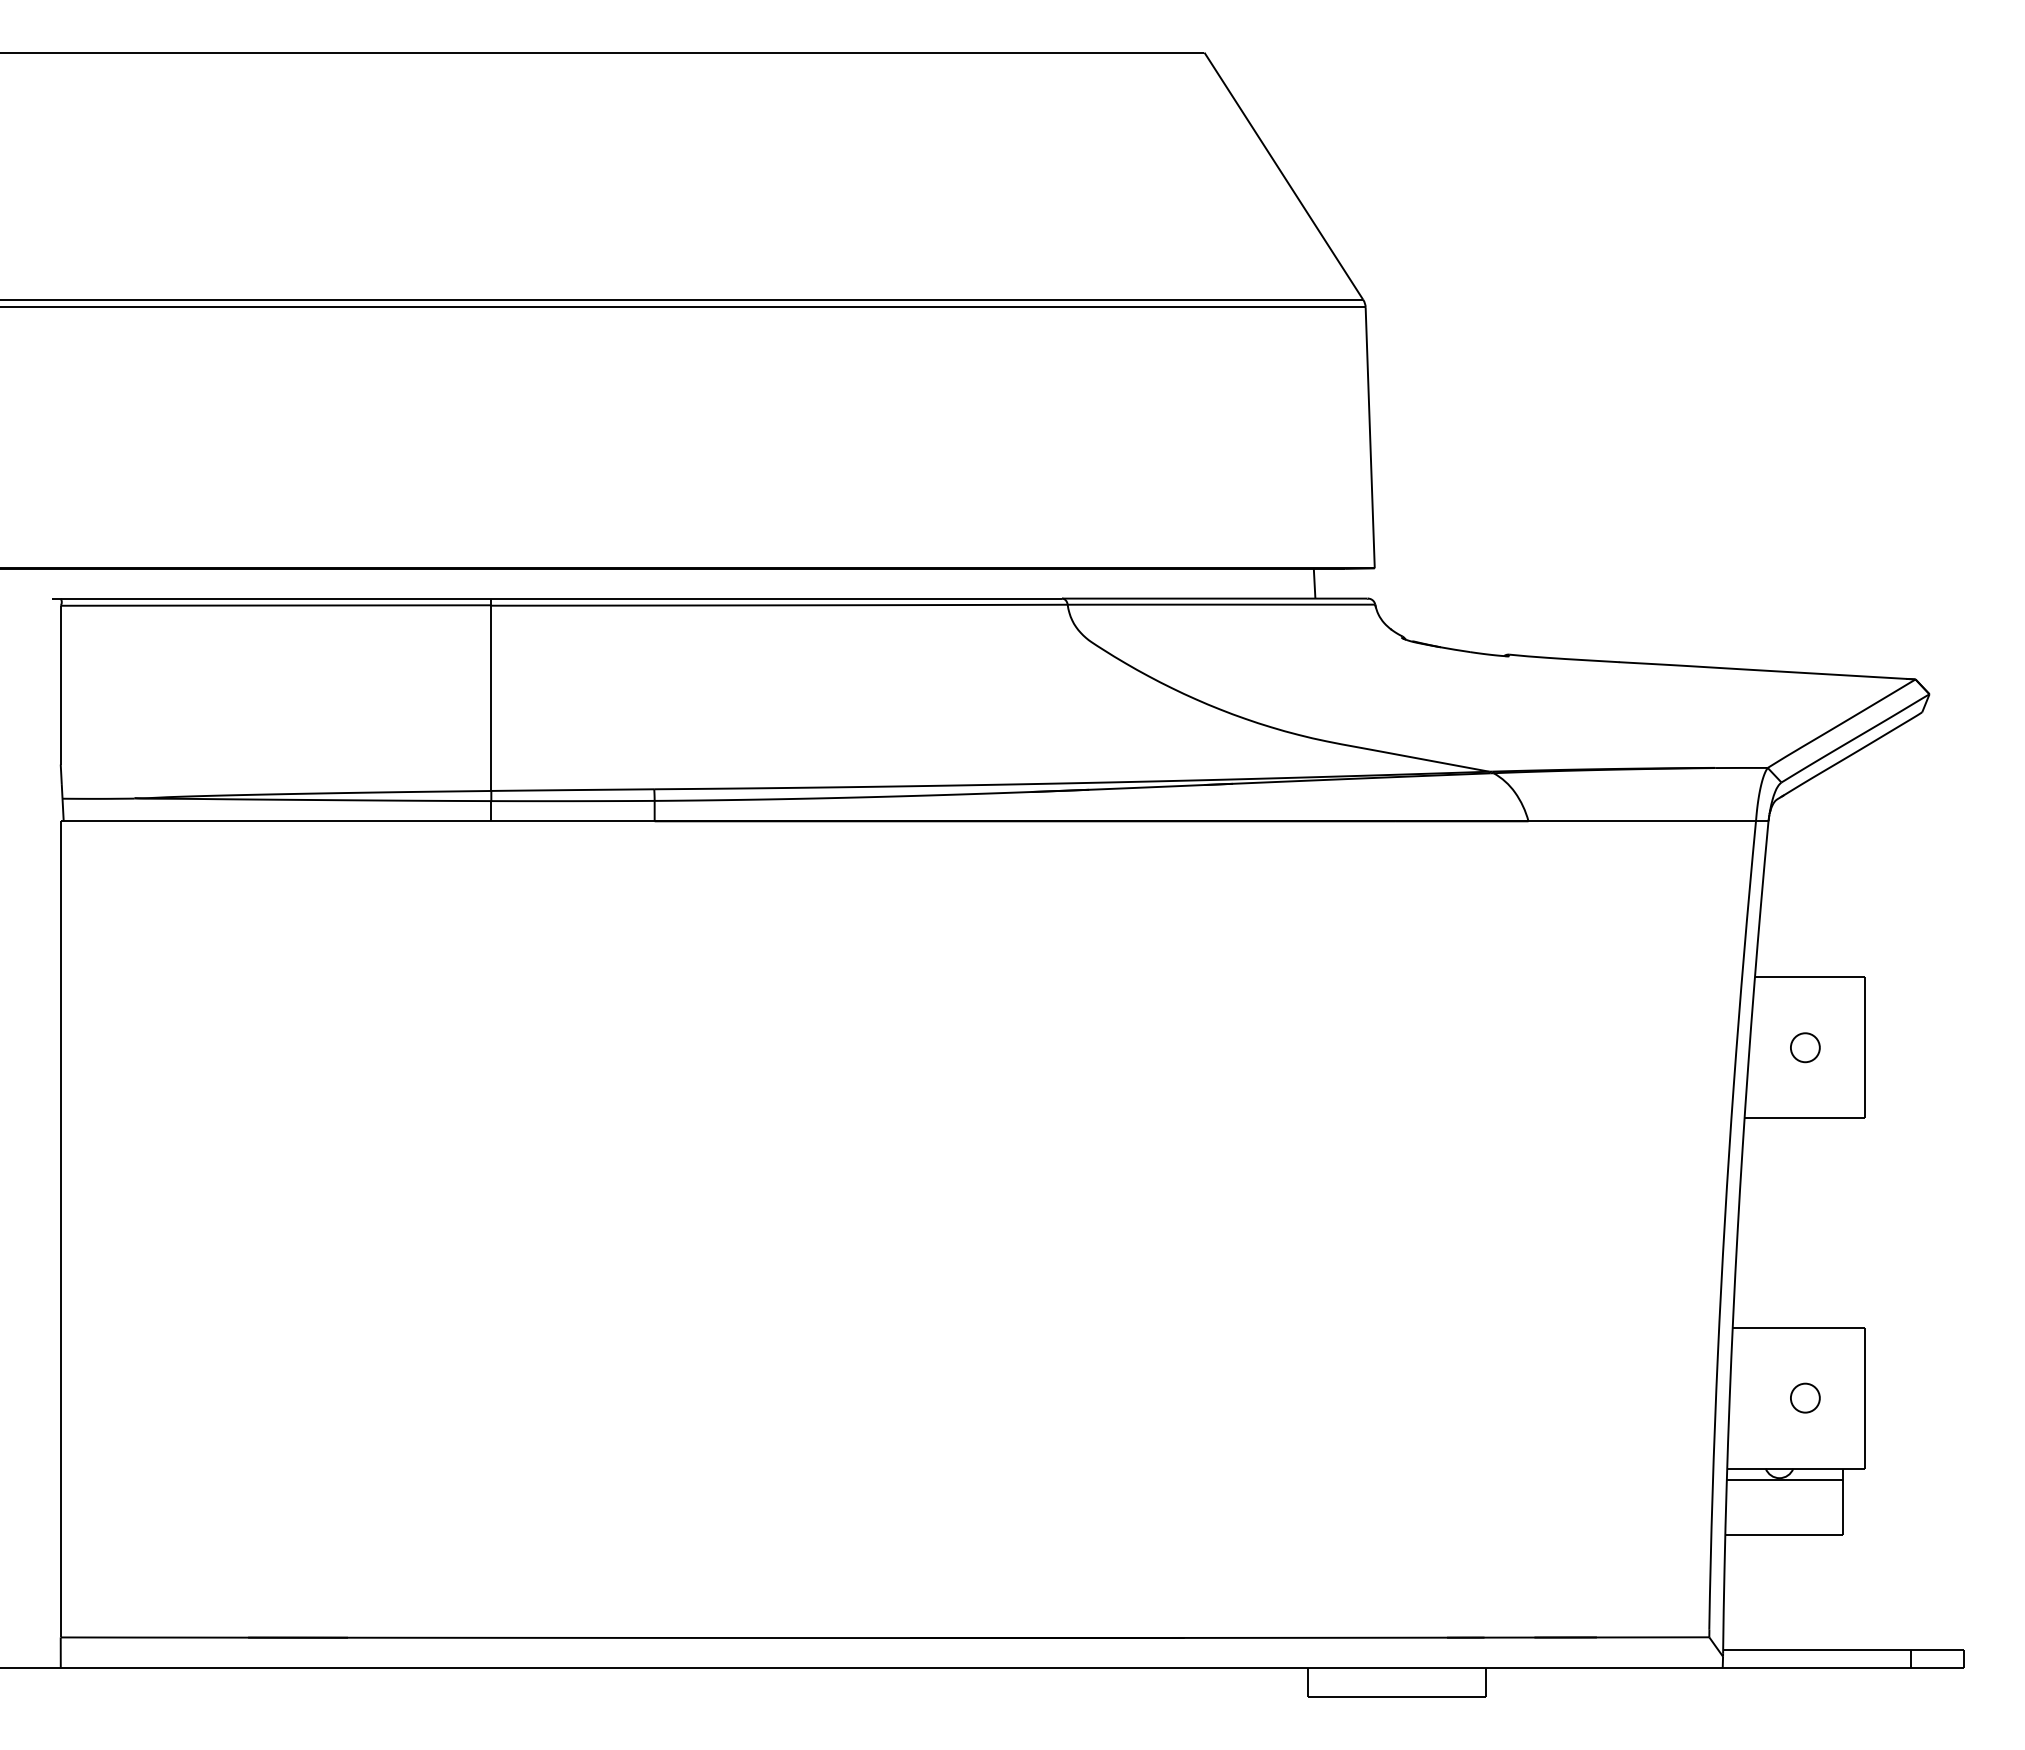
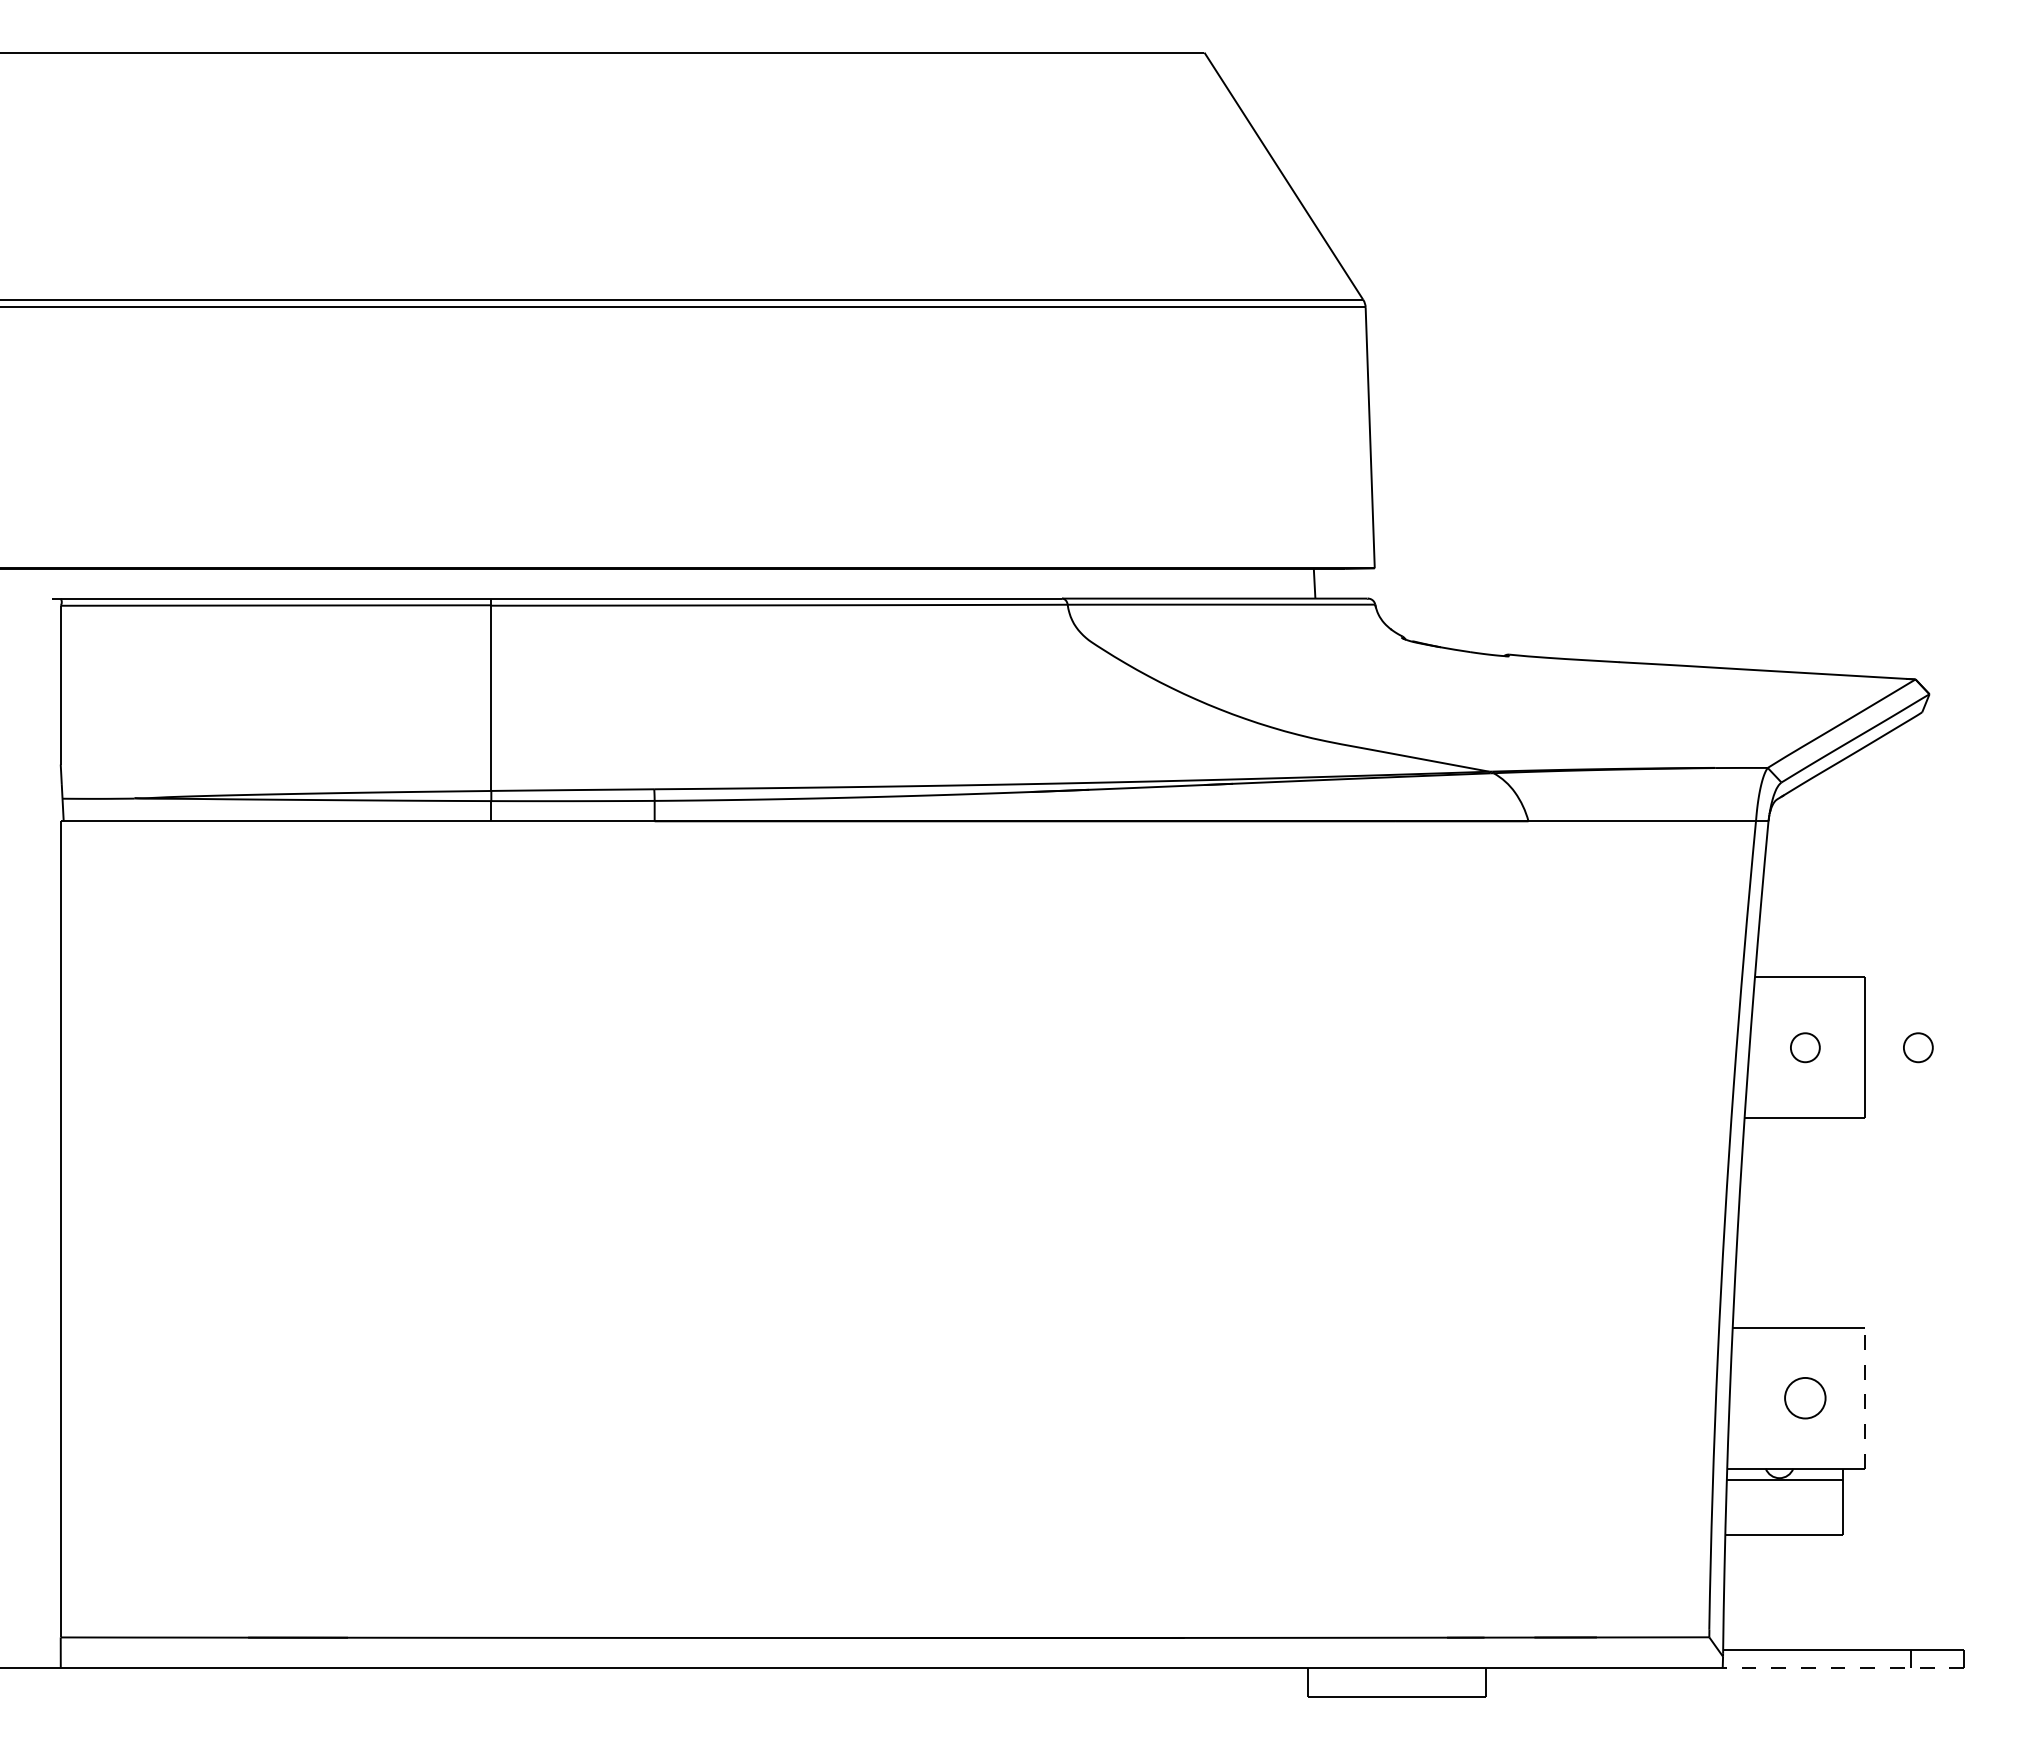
circle at (1918, 1047): none -> present
circle at (1805, 1397) size: 31x32 px -> 43x43 px
line at (1864, 1398): solid -> dashed
line at (1843, 1667): solid -> dashed
